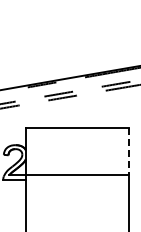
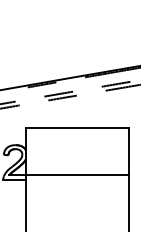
line at (128, 152): dashed -> solid
